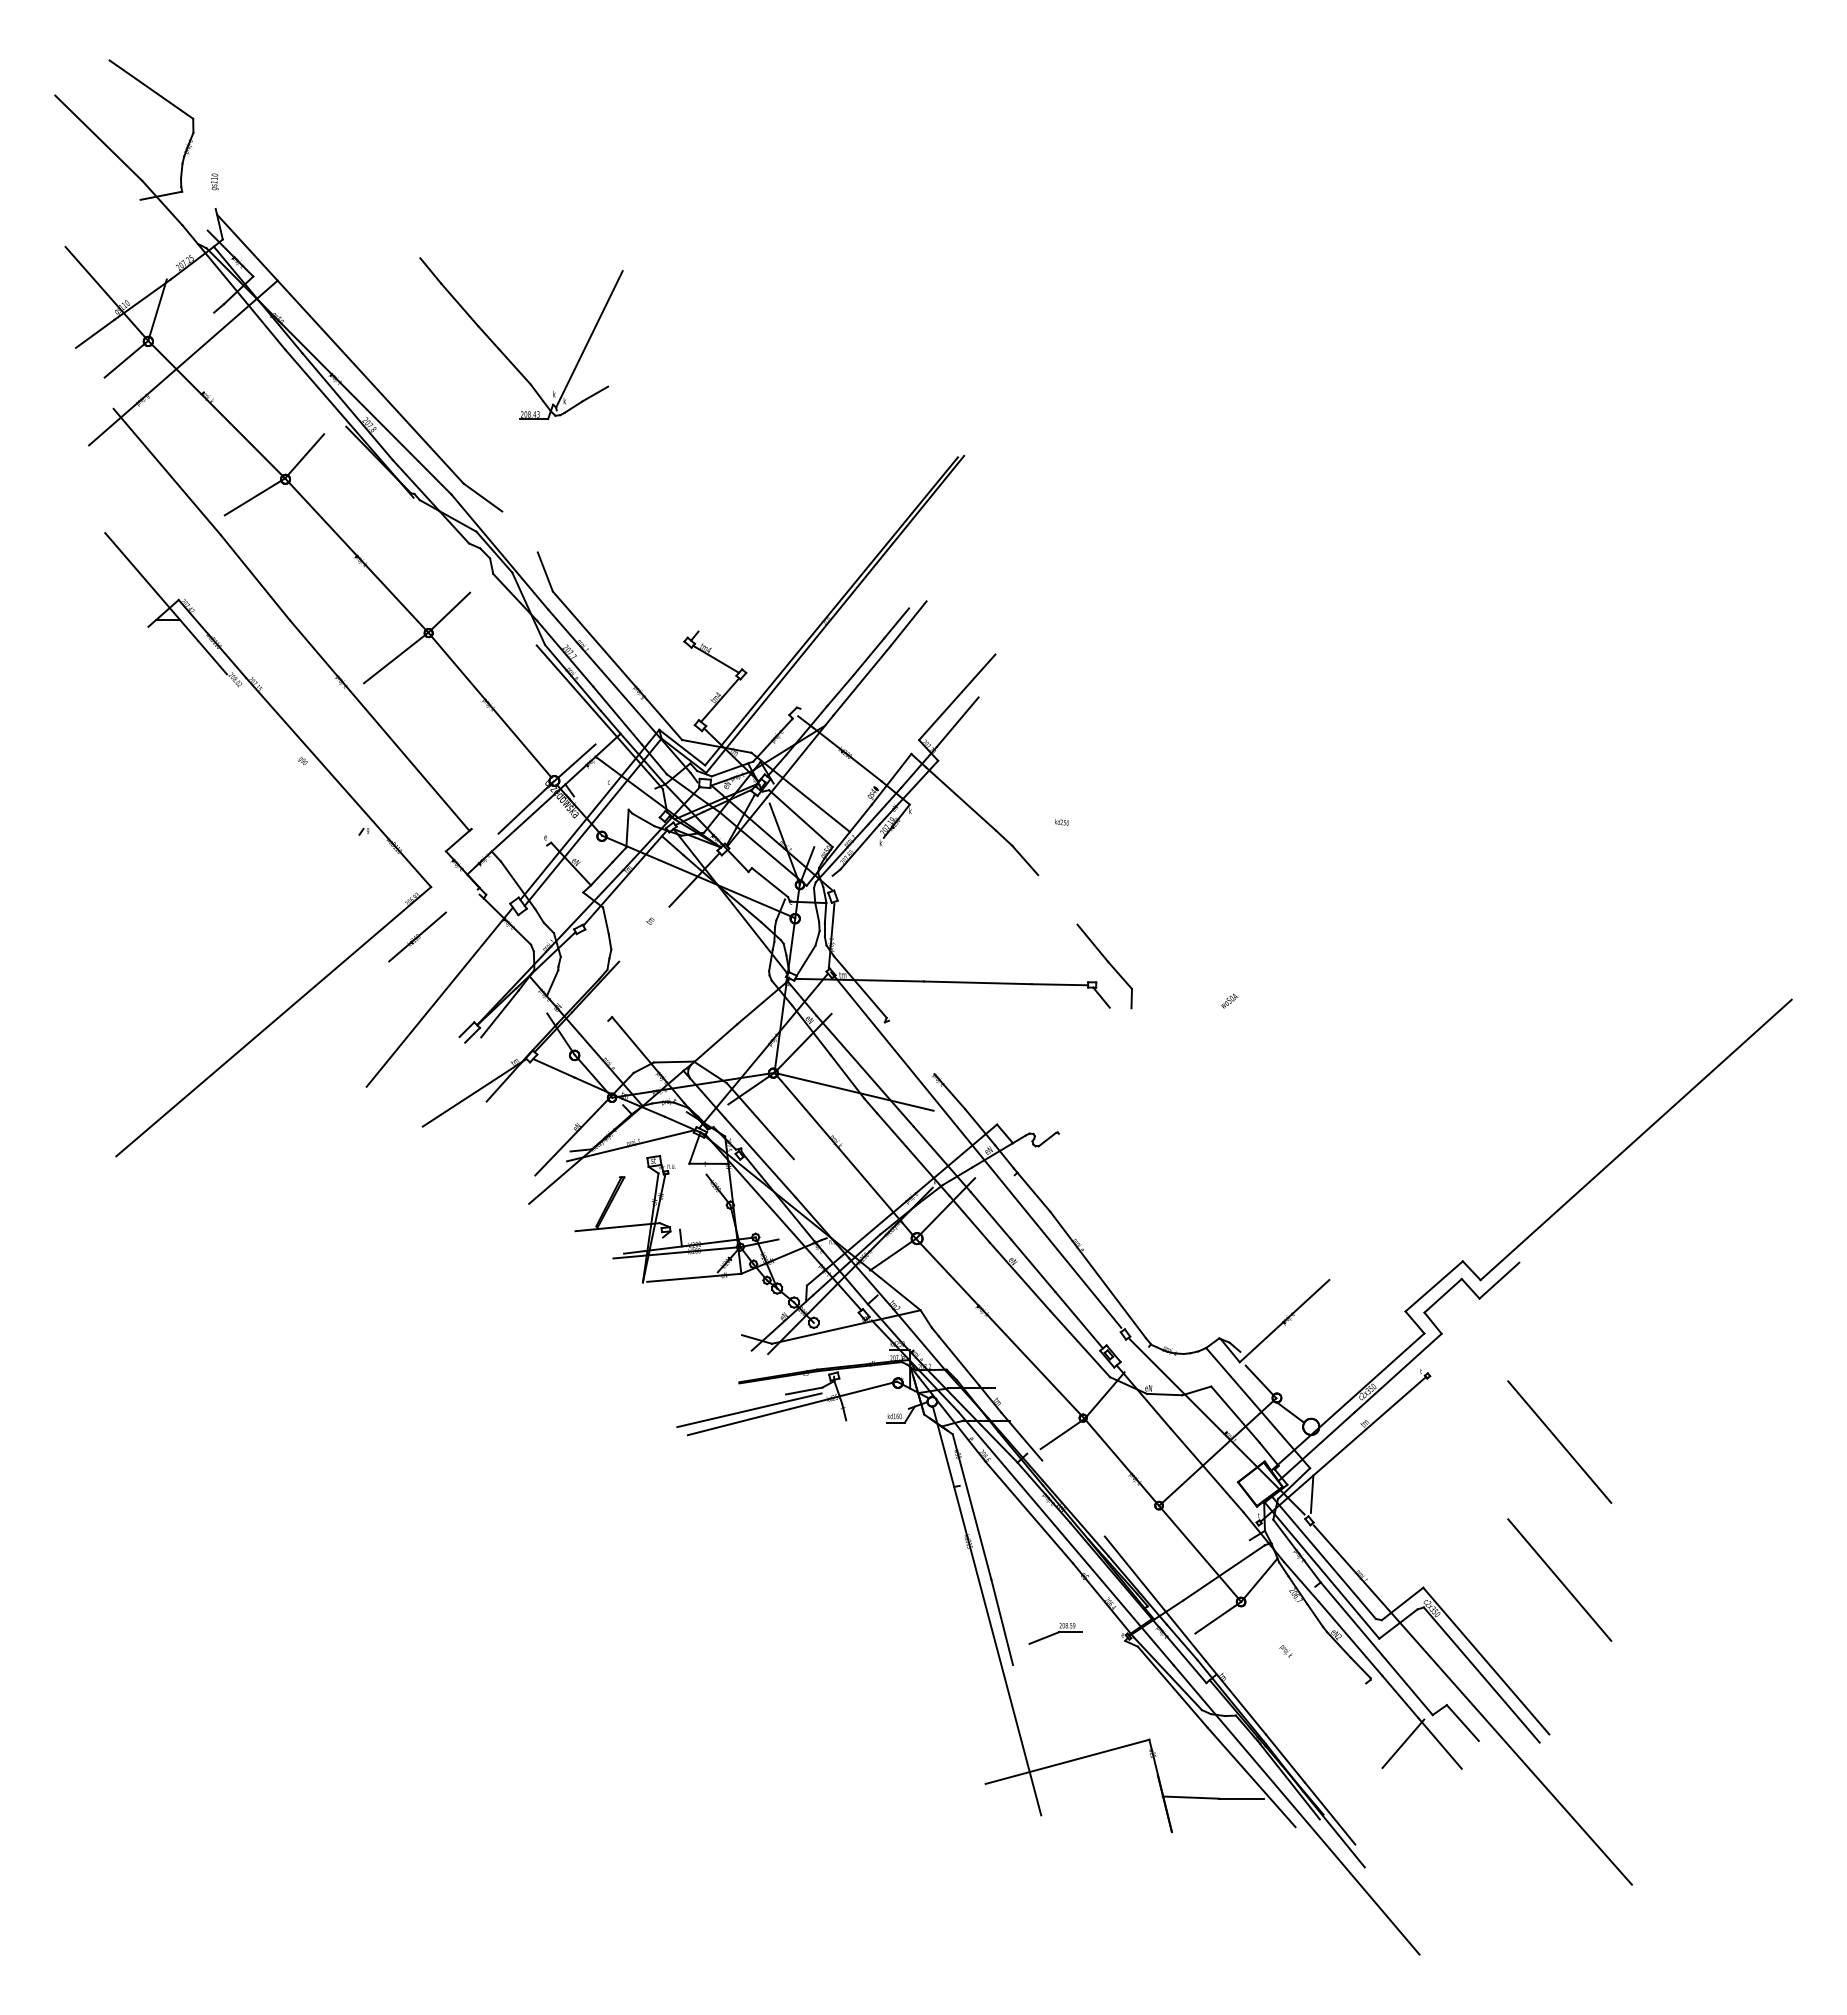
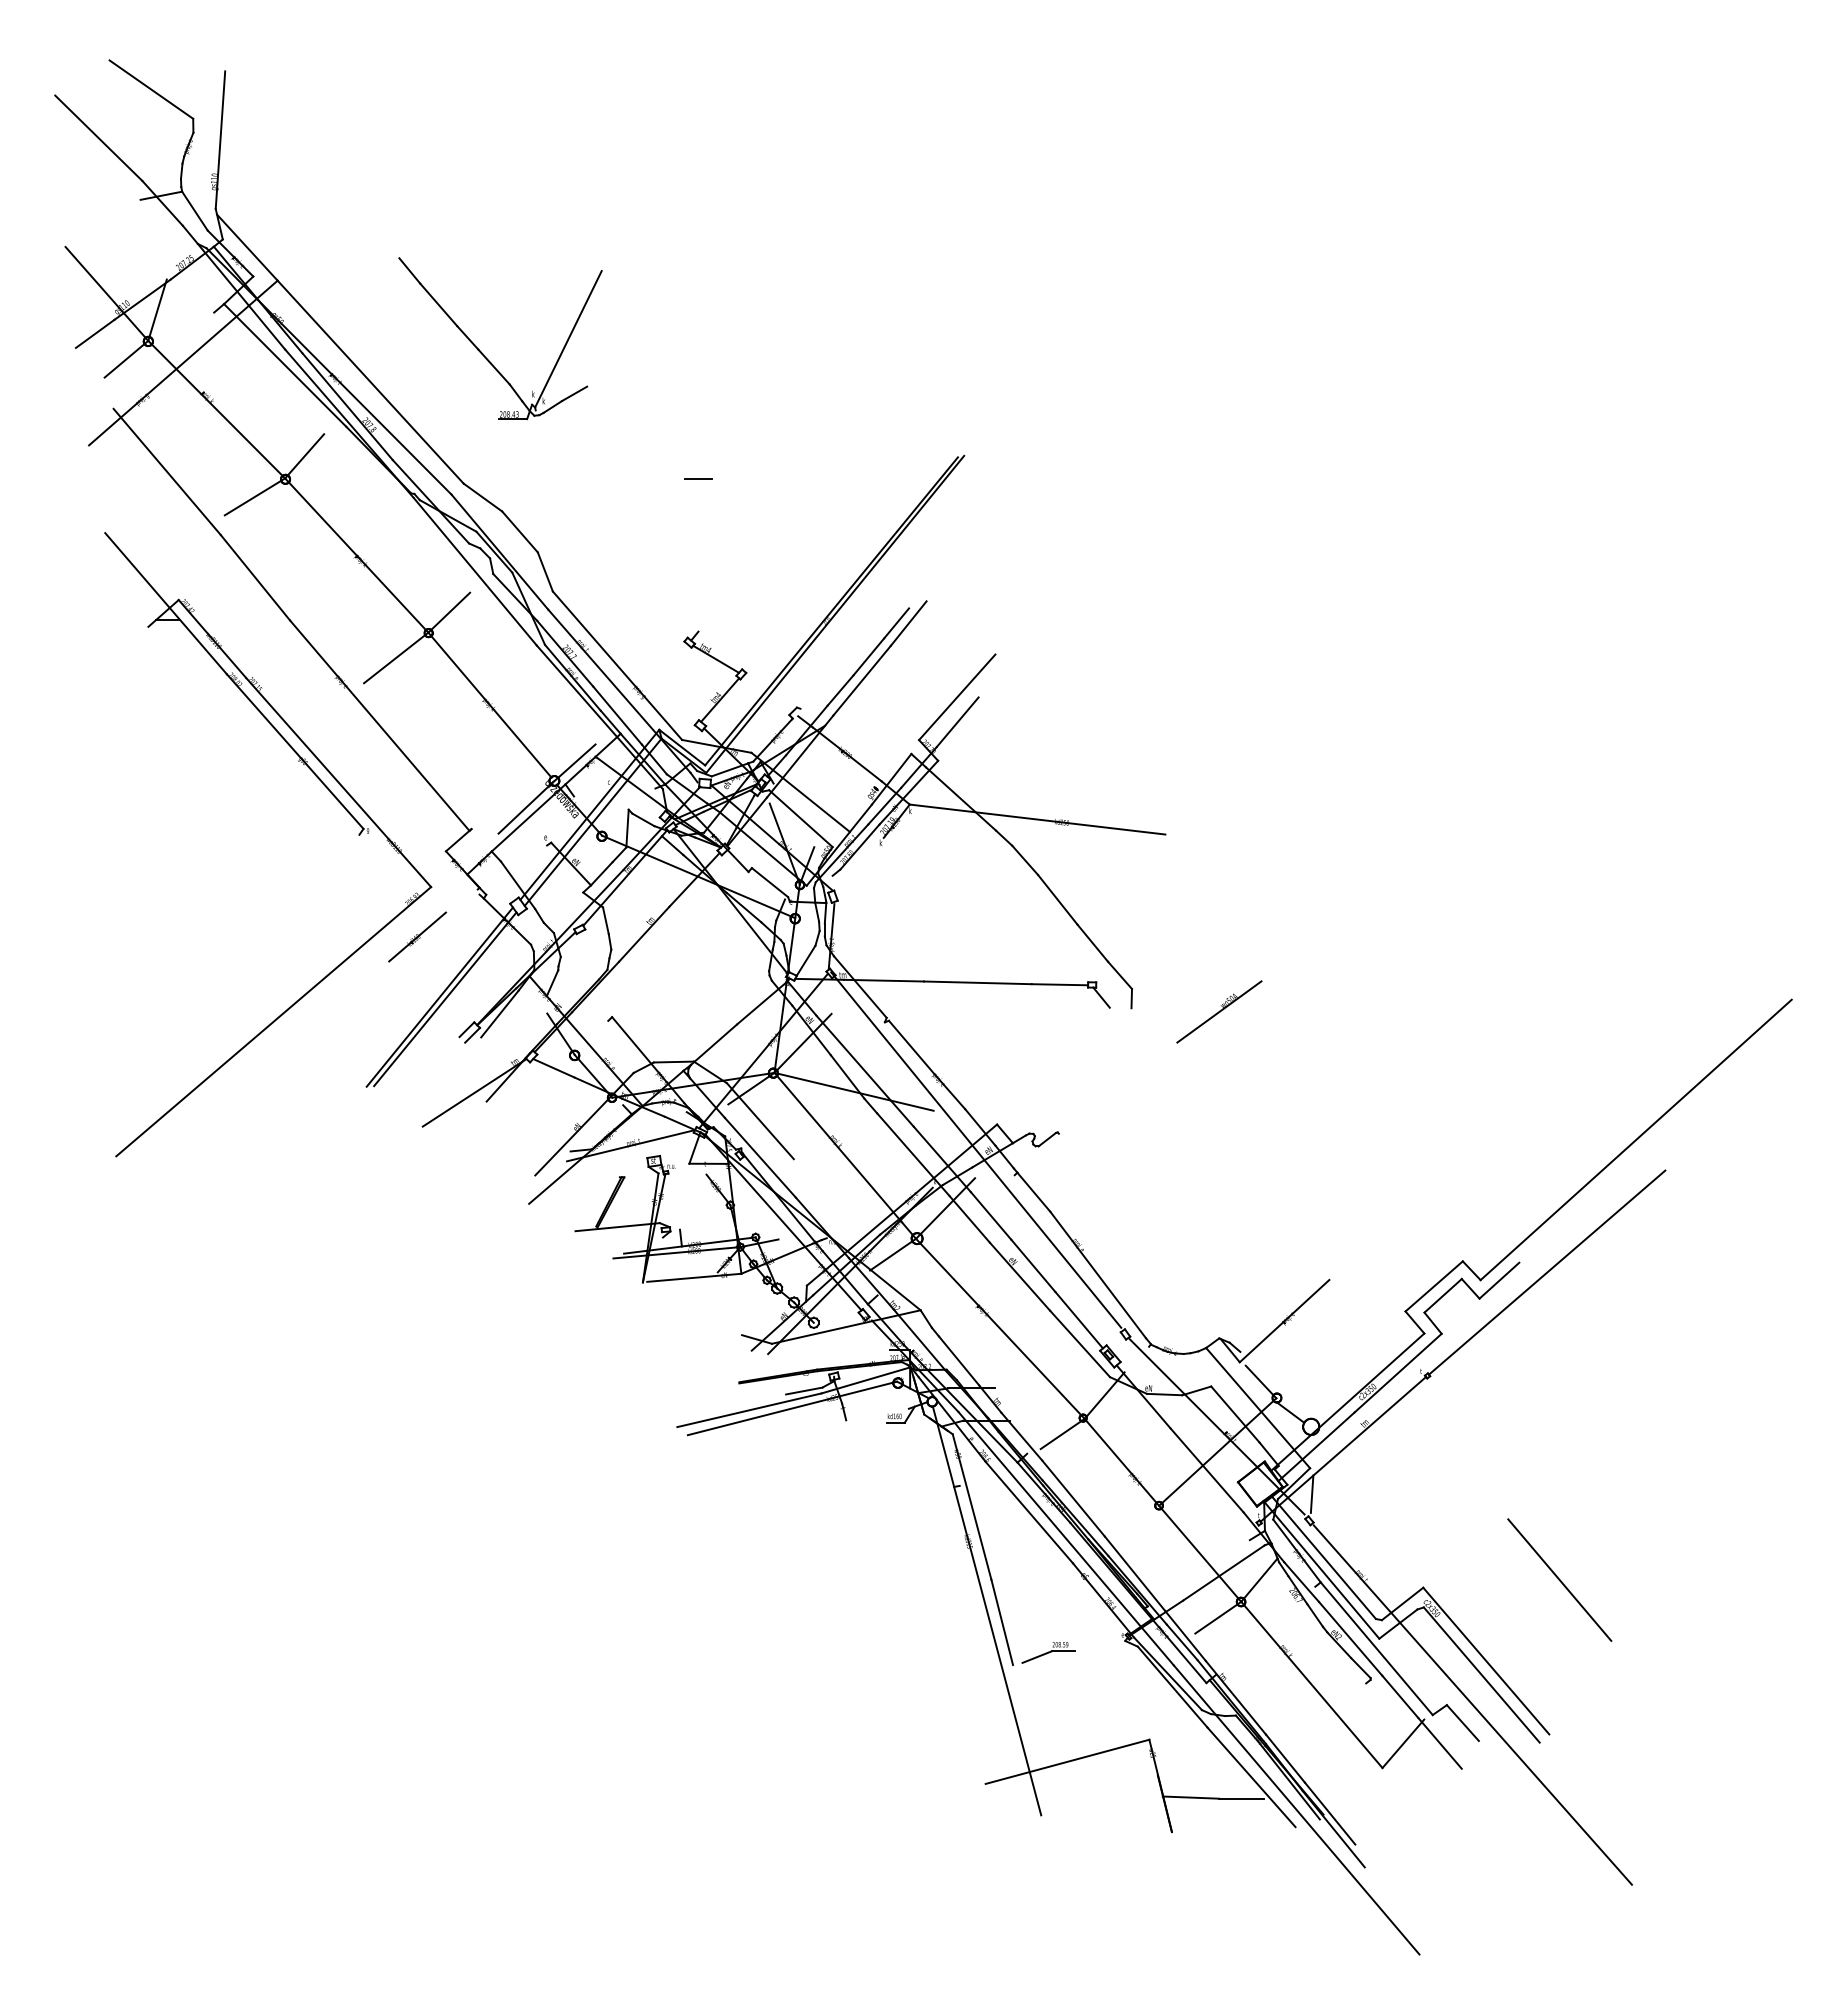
line at (220, 139): none -> present
line at (194, 210): none -> present
part at (505, 354) position: (505, 354) -> (484, 354)
line at (285, 365): none -> present
line at (698, 478): none -> present
line at (519, 531): none -> present
line at (474, 571): none -> present
line at (294, 751): none -> present
line at (1037, 819): none -> present
line at (1057, 899): none -> present
line at (644, 933): none -> present
line at (445, 999): none -> present
line at (1219, 1011): none -> present
line at (911, 1047): none -> present
line at (1546, 1272): none -> present
line at (865, 1380): none -> present
line at (1559, 1441): present -> none
line at (1073, 1498): none -> present
part at (1055, 1633) position: (1055, 1633) -> (1048, 1652)
line at (1311, 1684): none -> present
